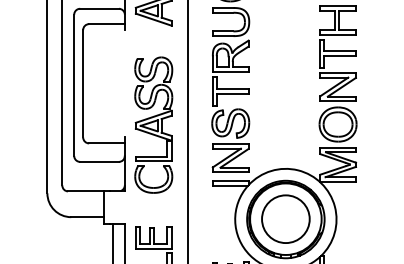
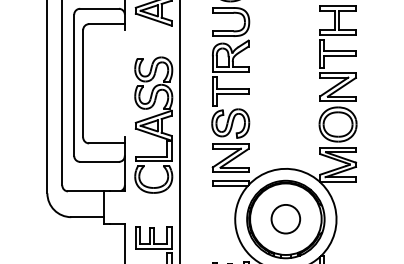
line at (187, 131) position: (187, 131) -> (179, 131)
circle at (285, 219) diameter: 48 px -> 29 px
line at (112, 242): present -> none
